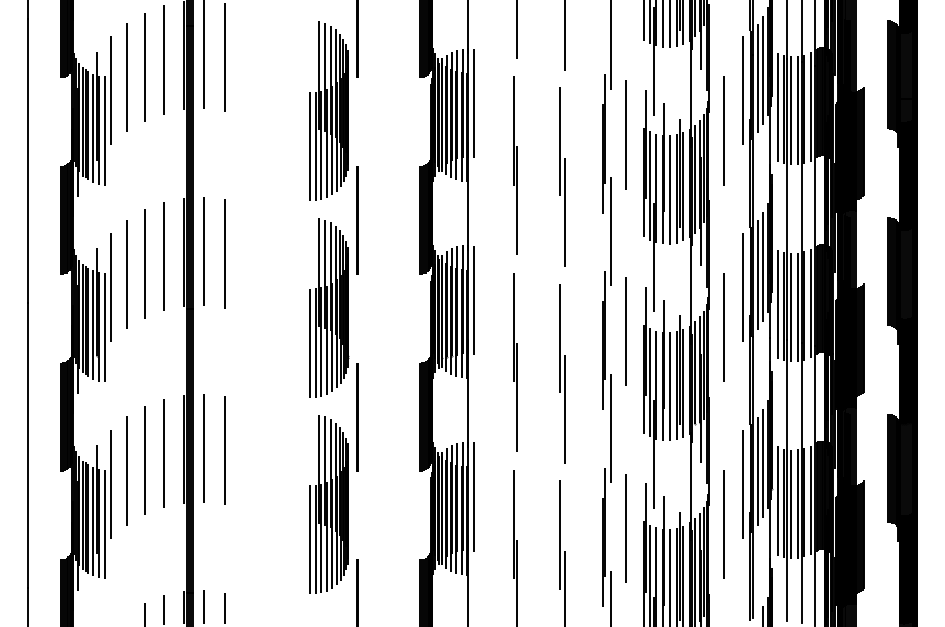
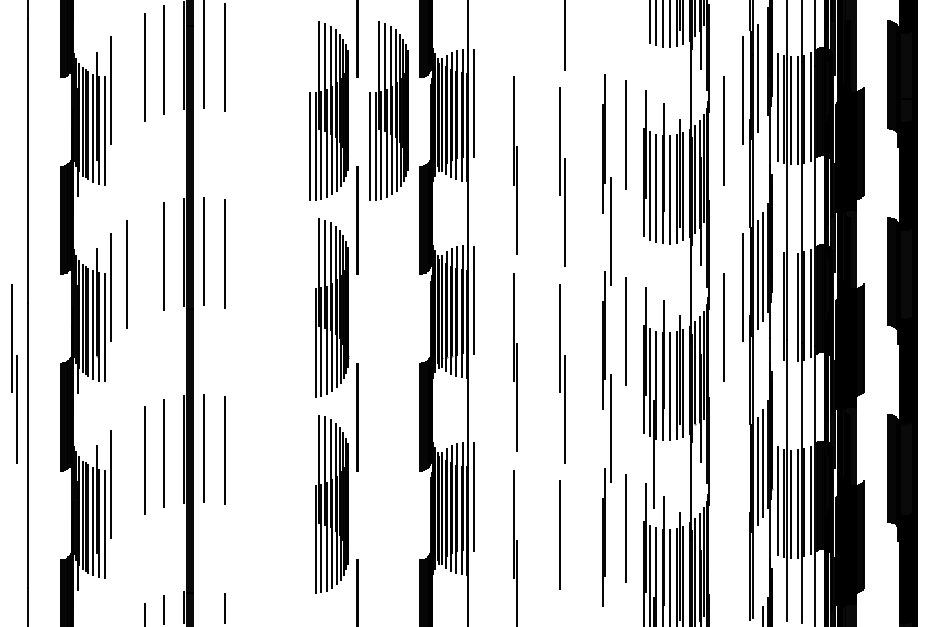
line at (643, 21): present -> none
line at (517, 30): present -> none
line at (611, 45): present -> none
line at (653, 60): present -> none
line at (763, 69): present -> none
line at (126, 77): present -> none
part at (388, 110): none -> present
line at (653, 257): present -> none
line at (144, 263): present -> none
line at (777, 304): present -> none
line at (790, 307): present -> none
line at (309, 342): present -> none
part at (14, 373): none -> present
line at (126, 470): present -> none
line at (742, 483): present -> none
line at (723, 524): present -> none
line at (309, 539): present -> none
line at (565, 587): present -> none
line at (611, 596): present -> none
line at (204, 606): present -> none
